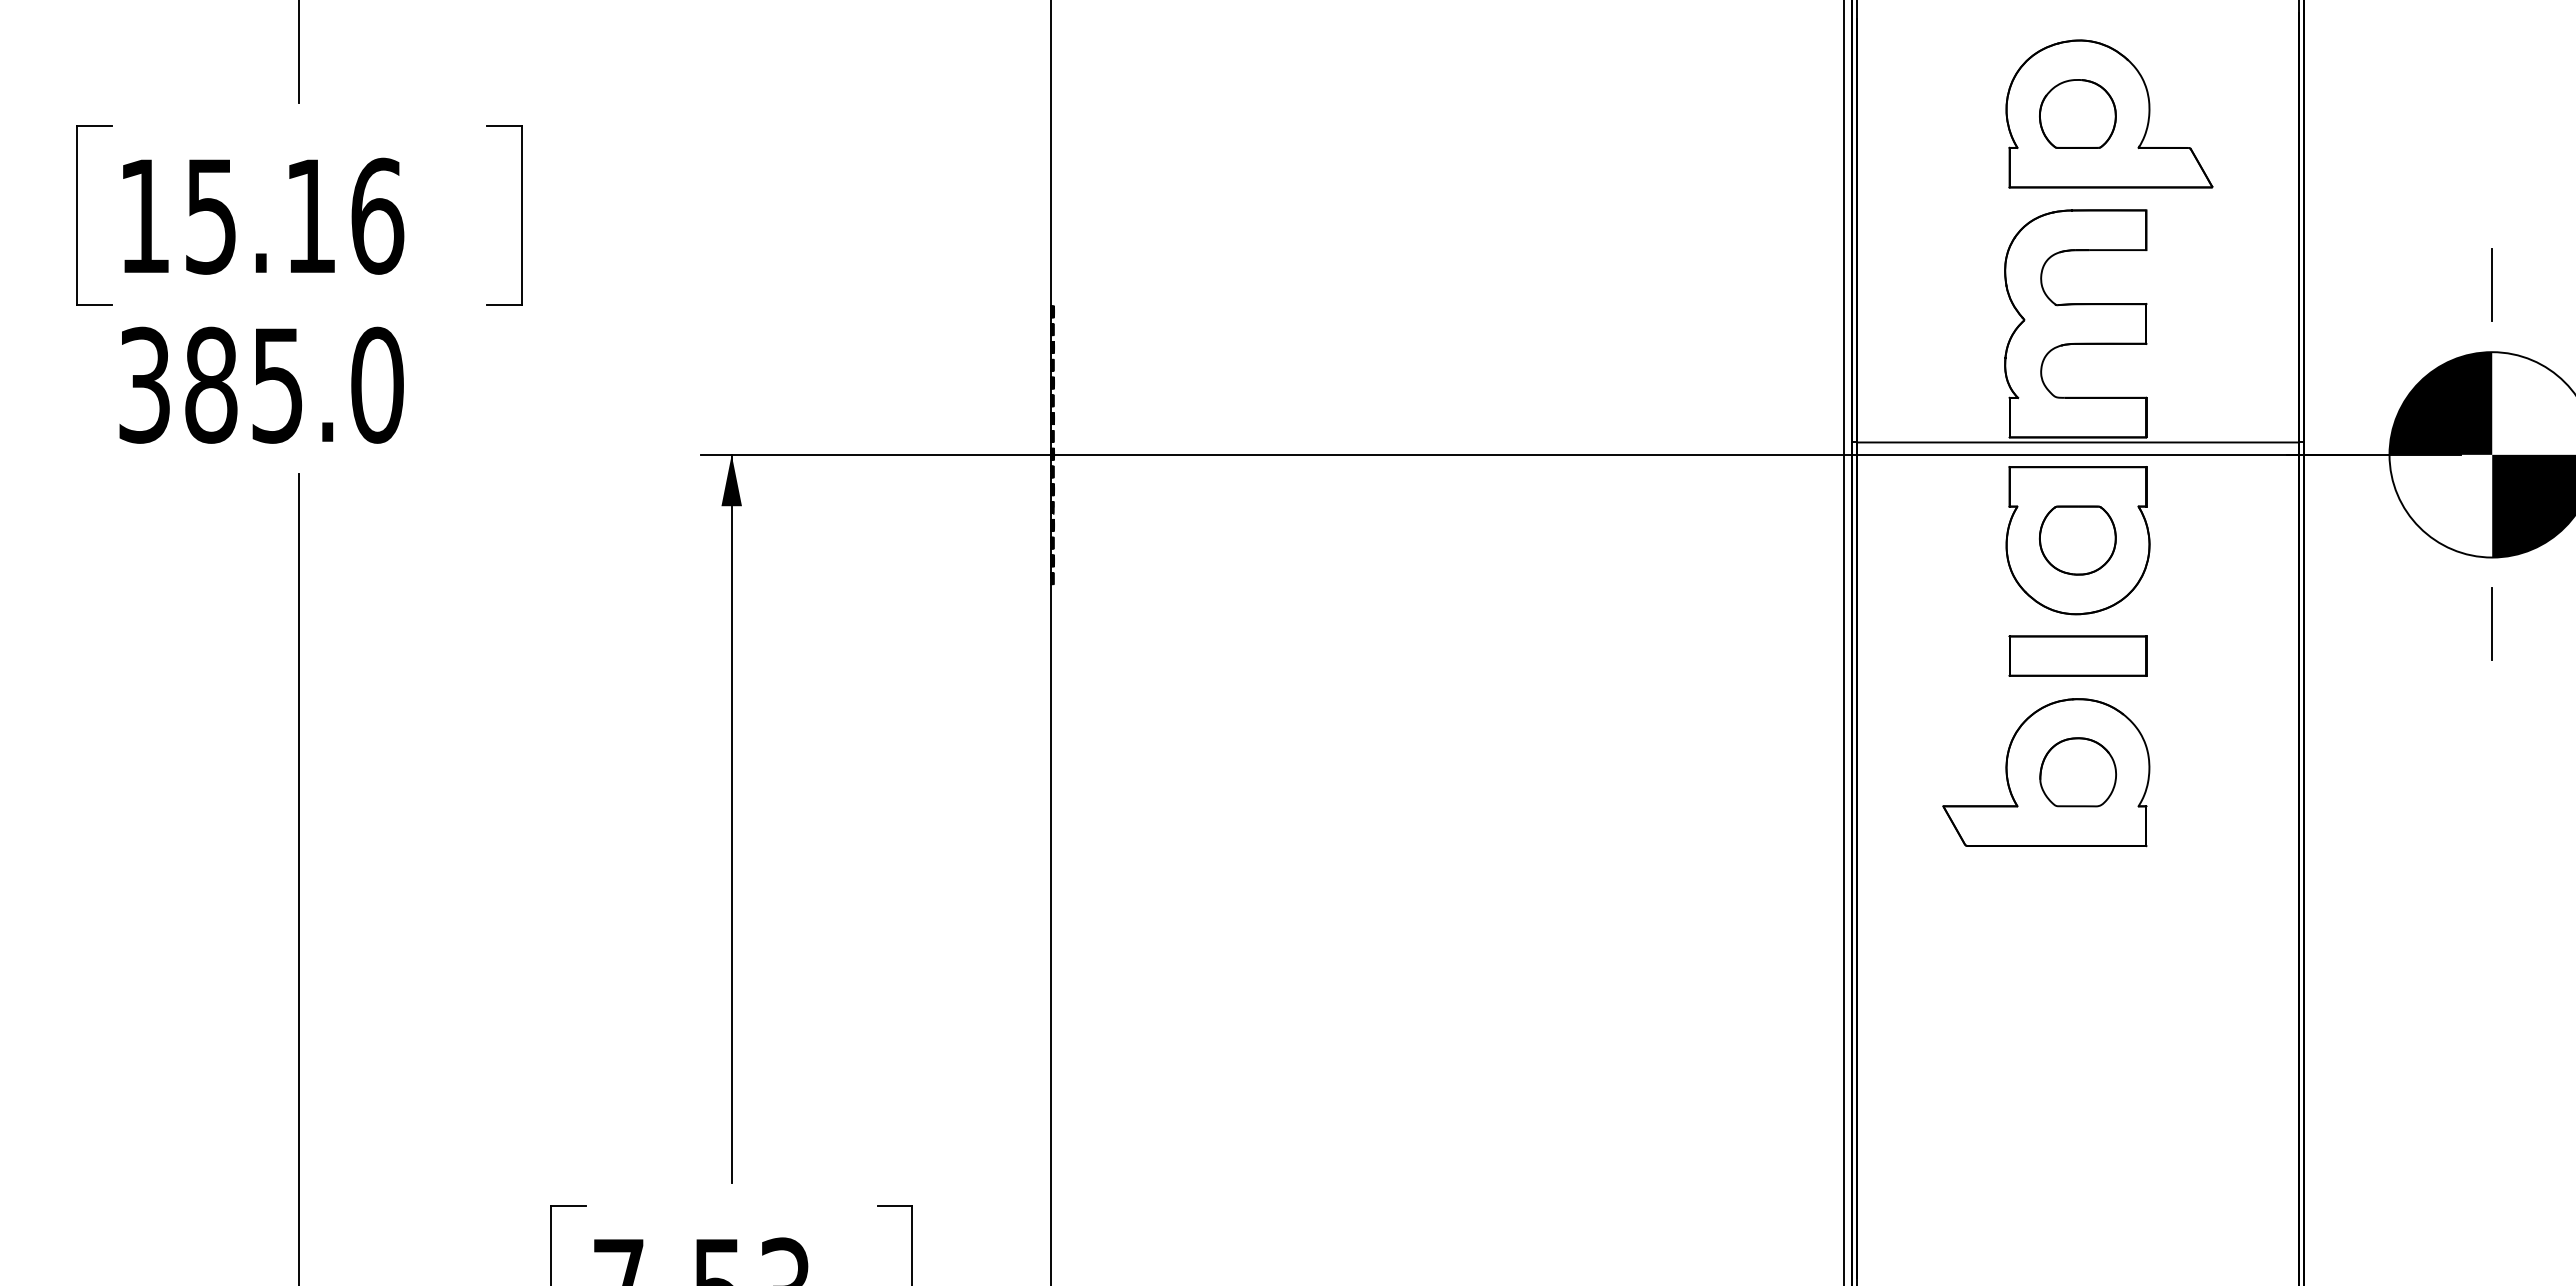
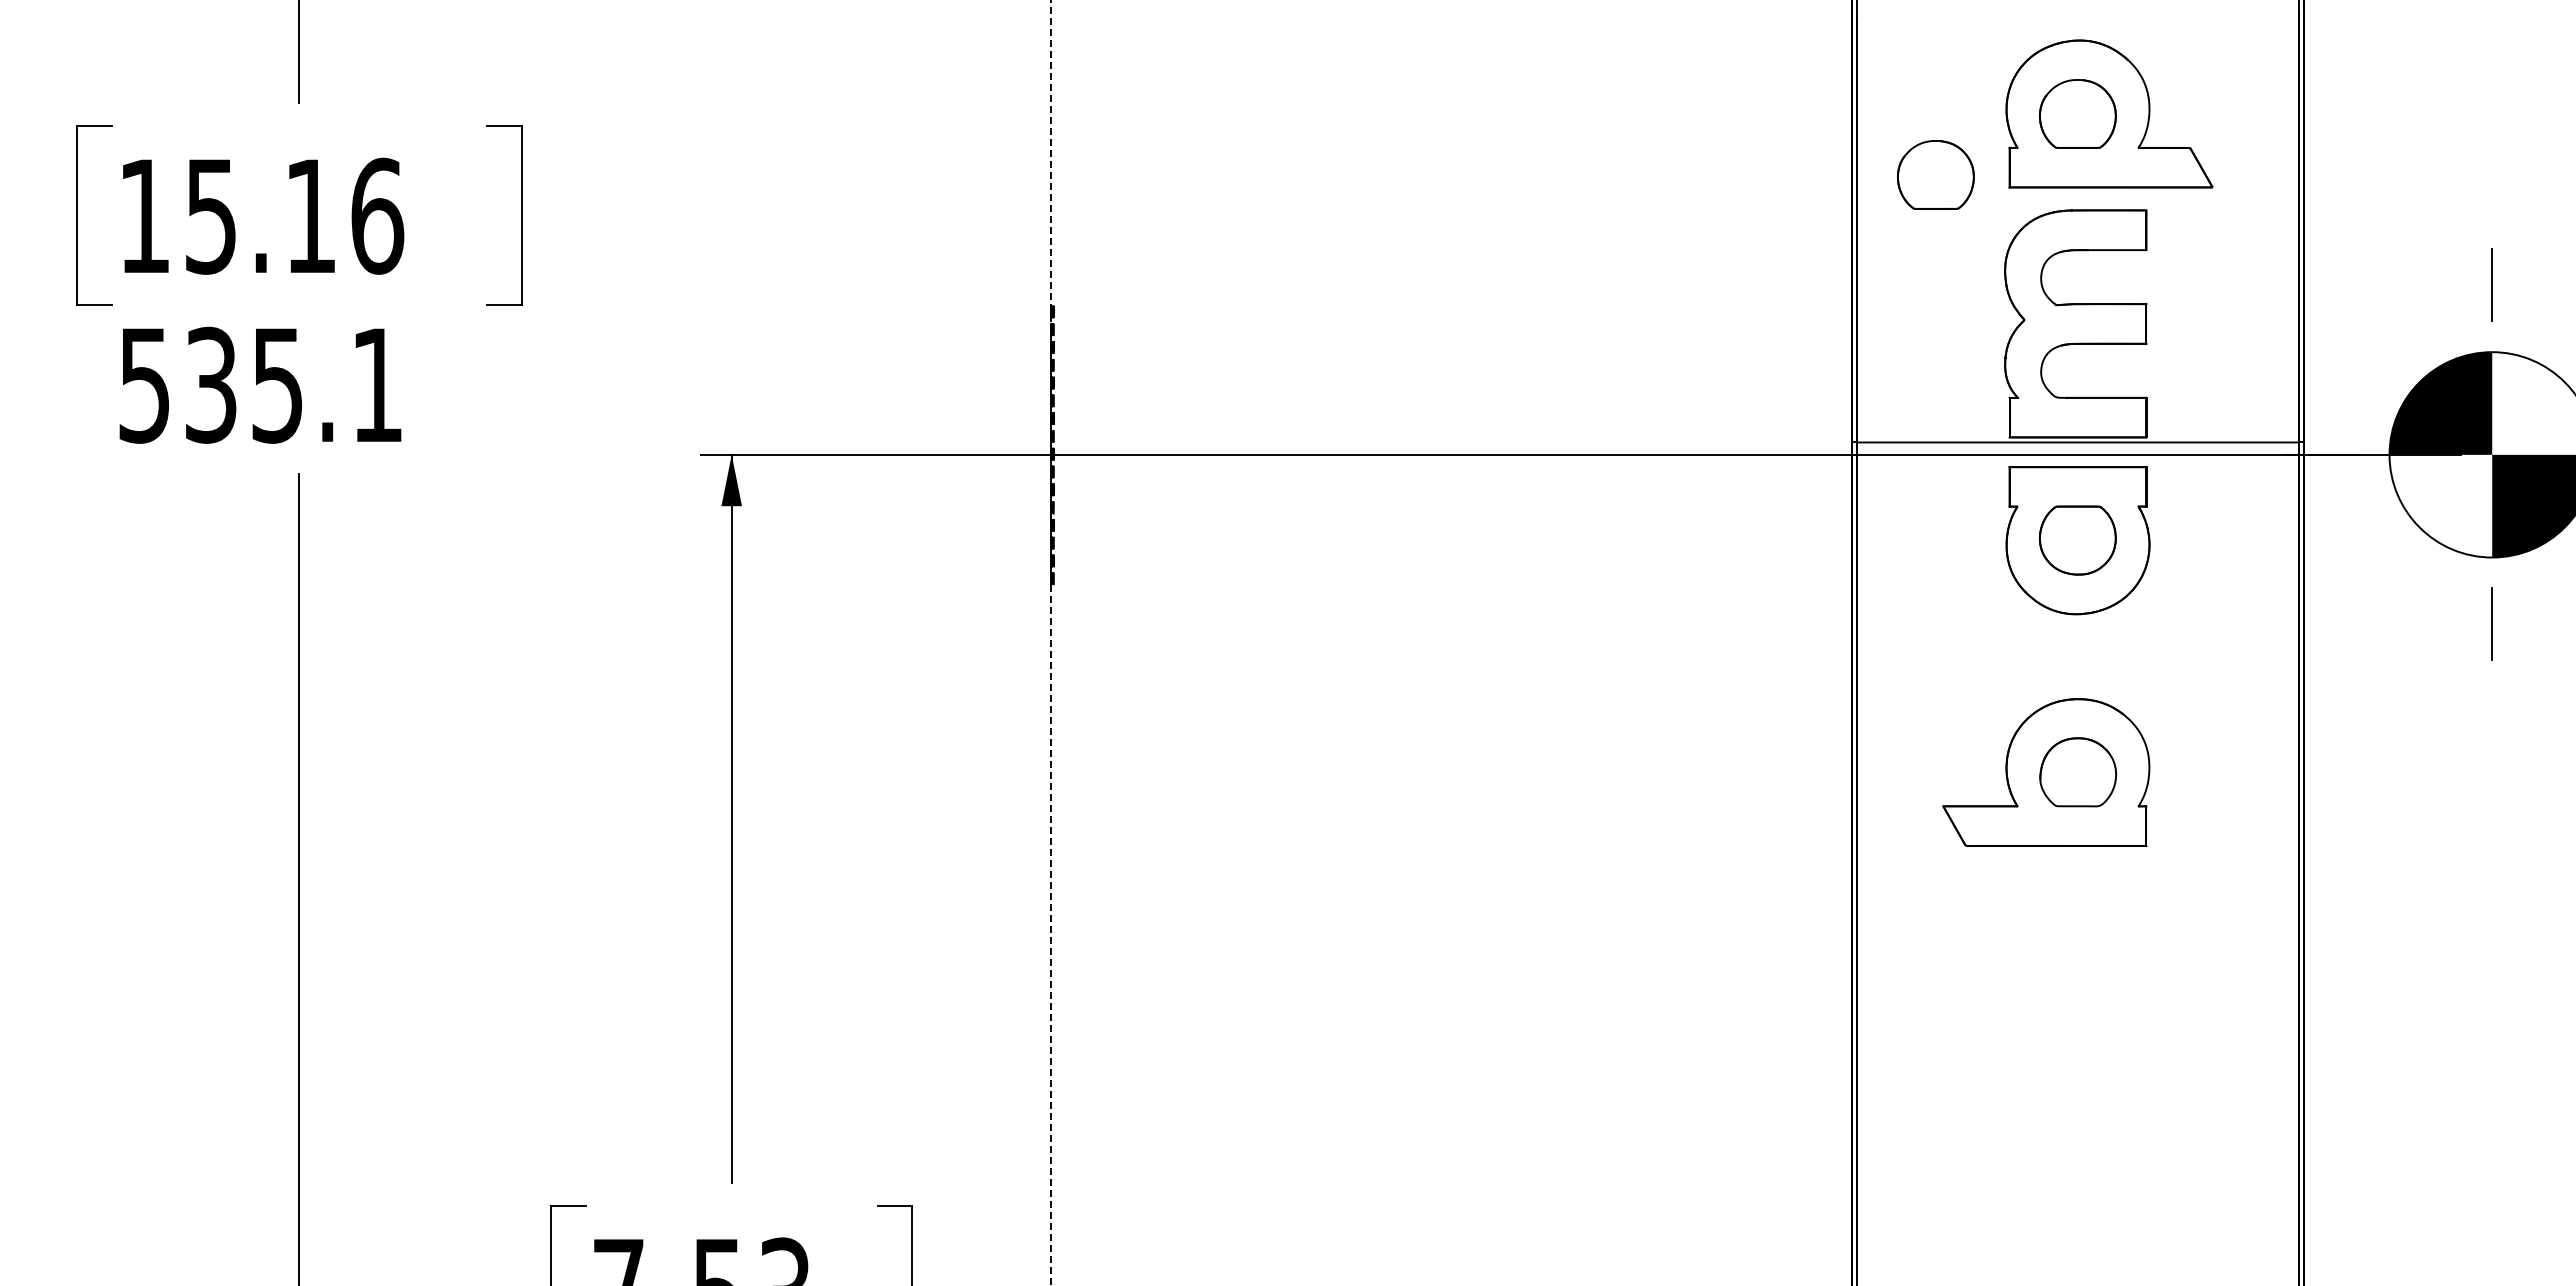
line at (1051, 162): solid -> dashed
part at (1935, 174): none -> present
text at (261, 384): 385.0 -> 535.1
line at (1843, 642): present -> none
part at (2077, 655): present -> none
line at (1051, 935): solid -> dashed
